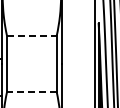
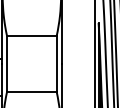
line at (31, 35): dashed -> solid
line at (31, 92): dashed -> solid
